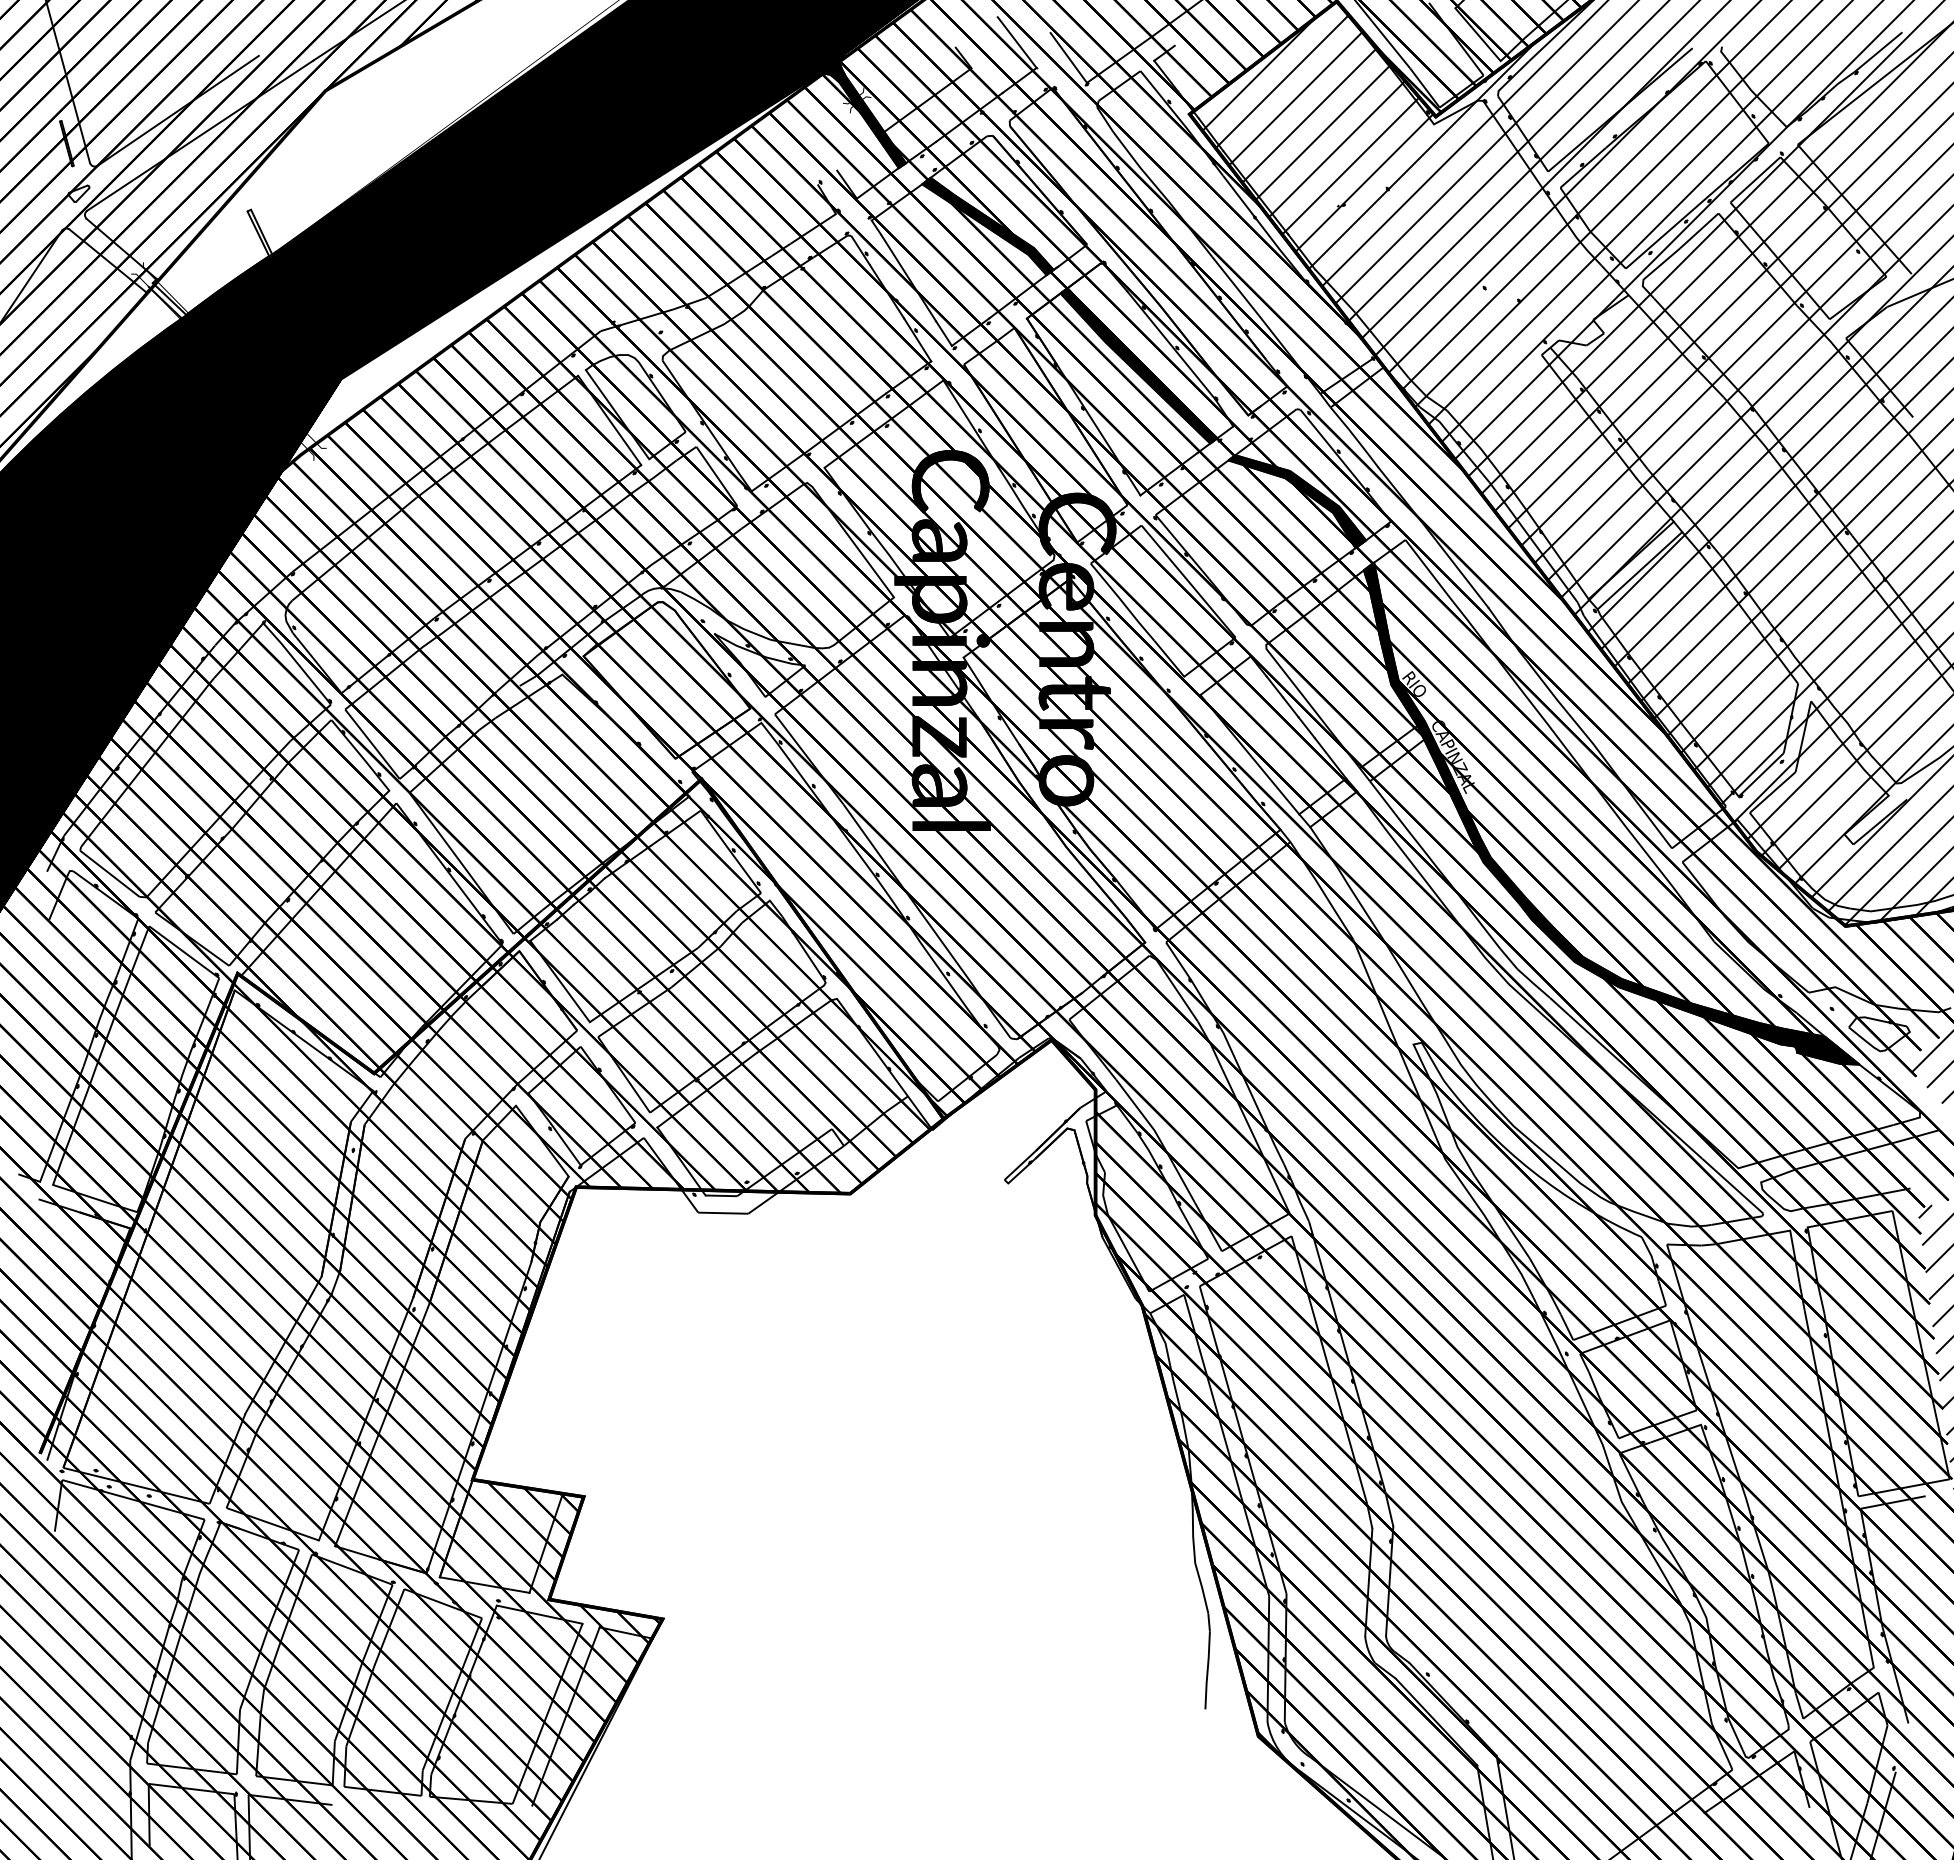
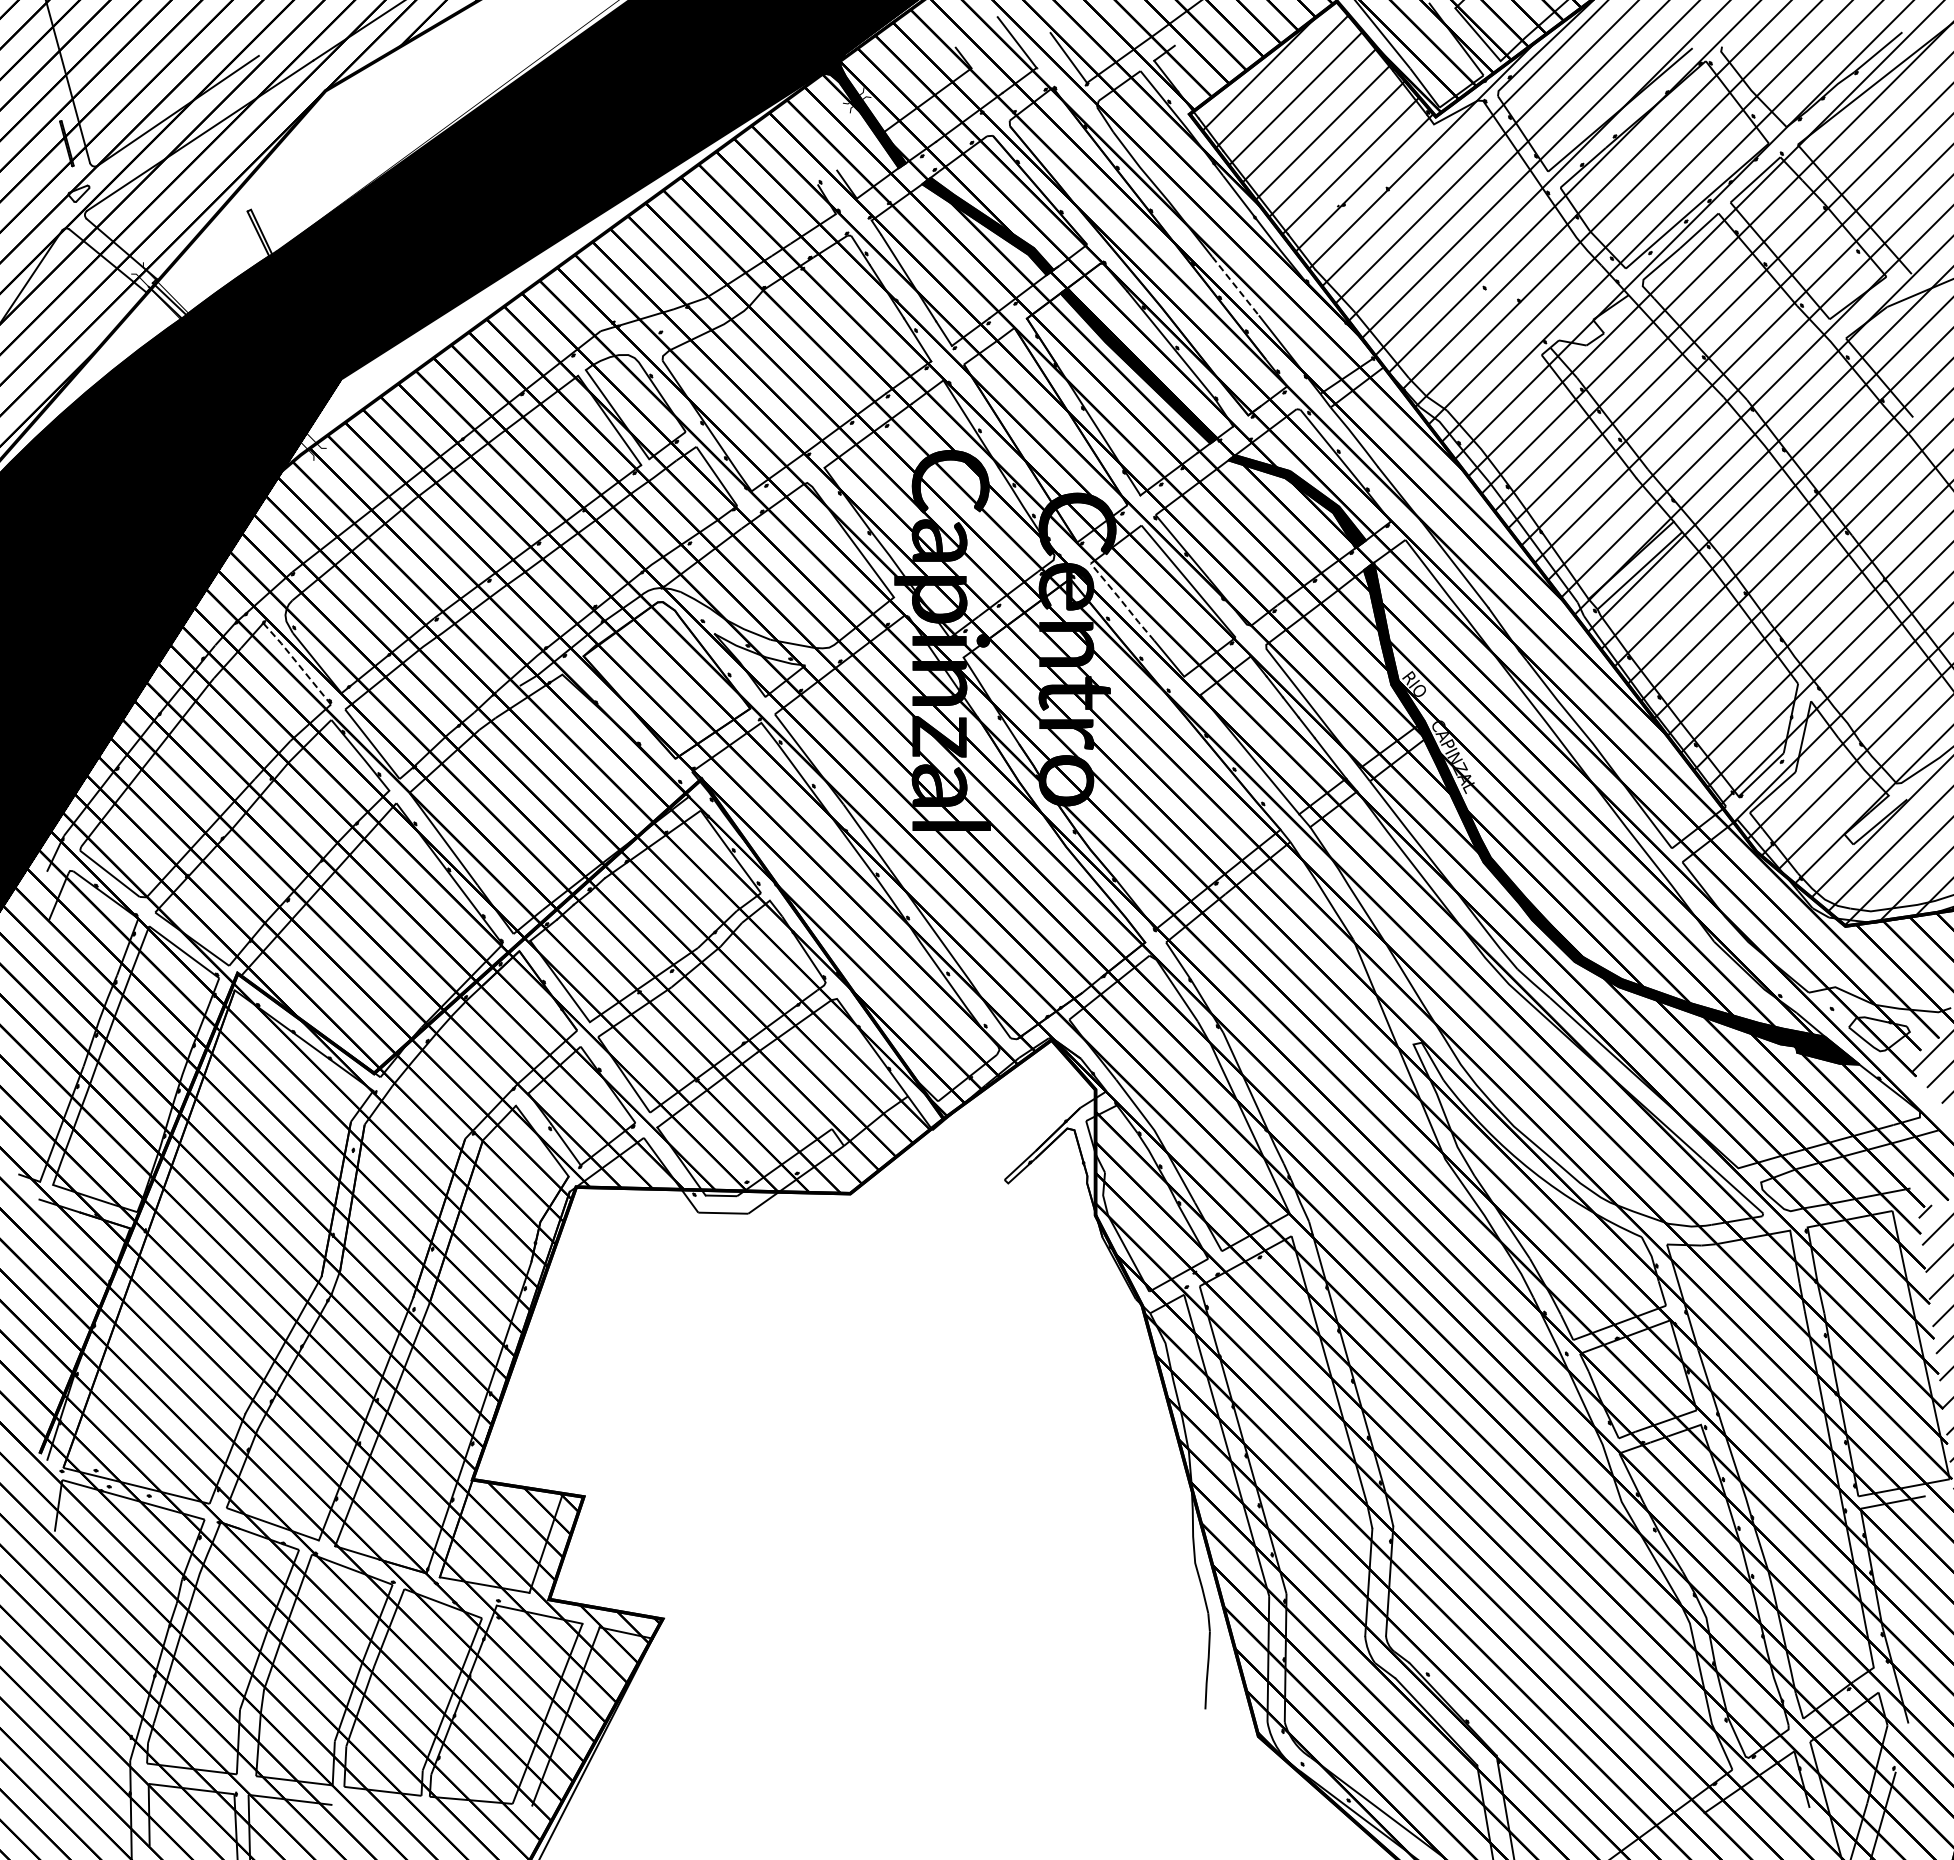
line at (1235, 286): solid -> dashed
line at (1122, 602): solid -> dashed
line at (297, 662): solid -> dashed
